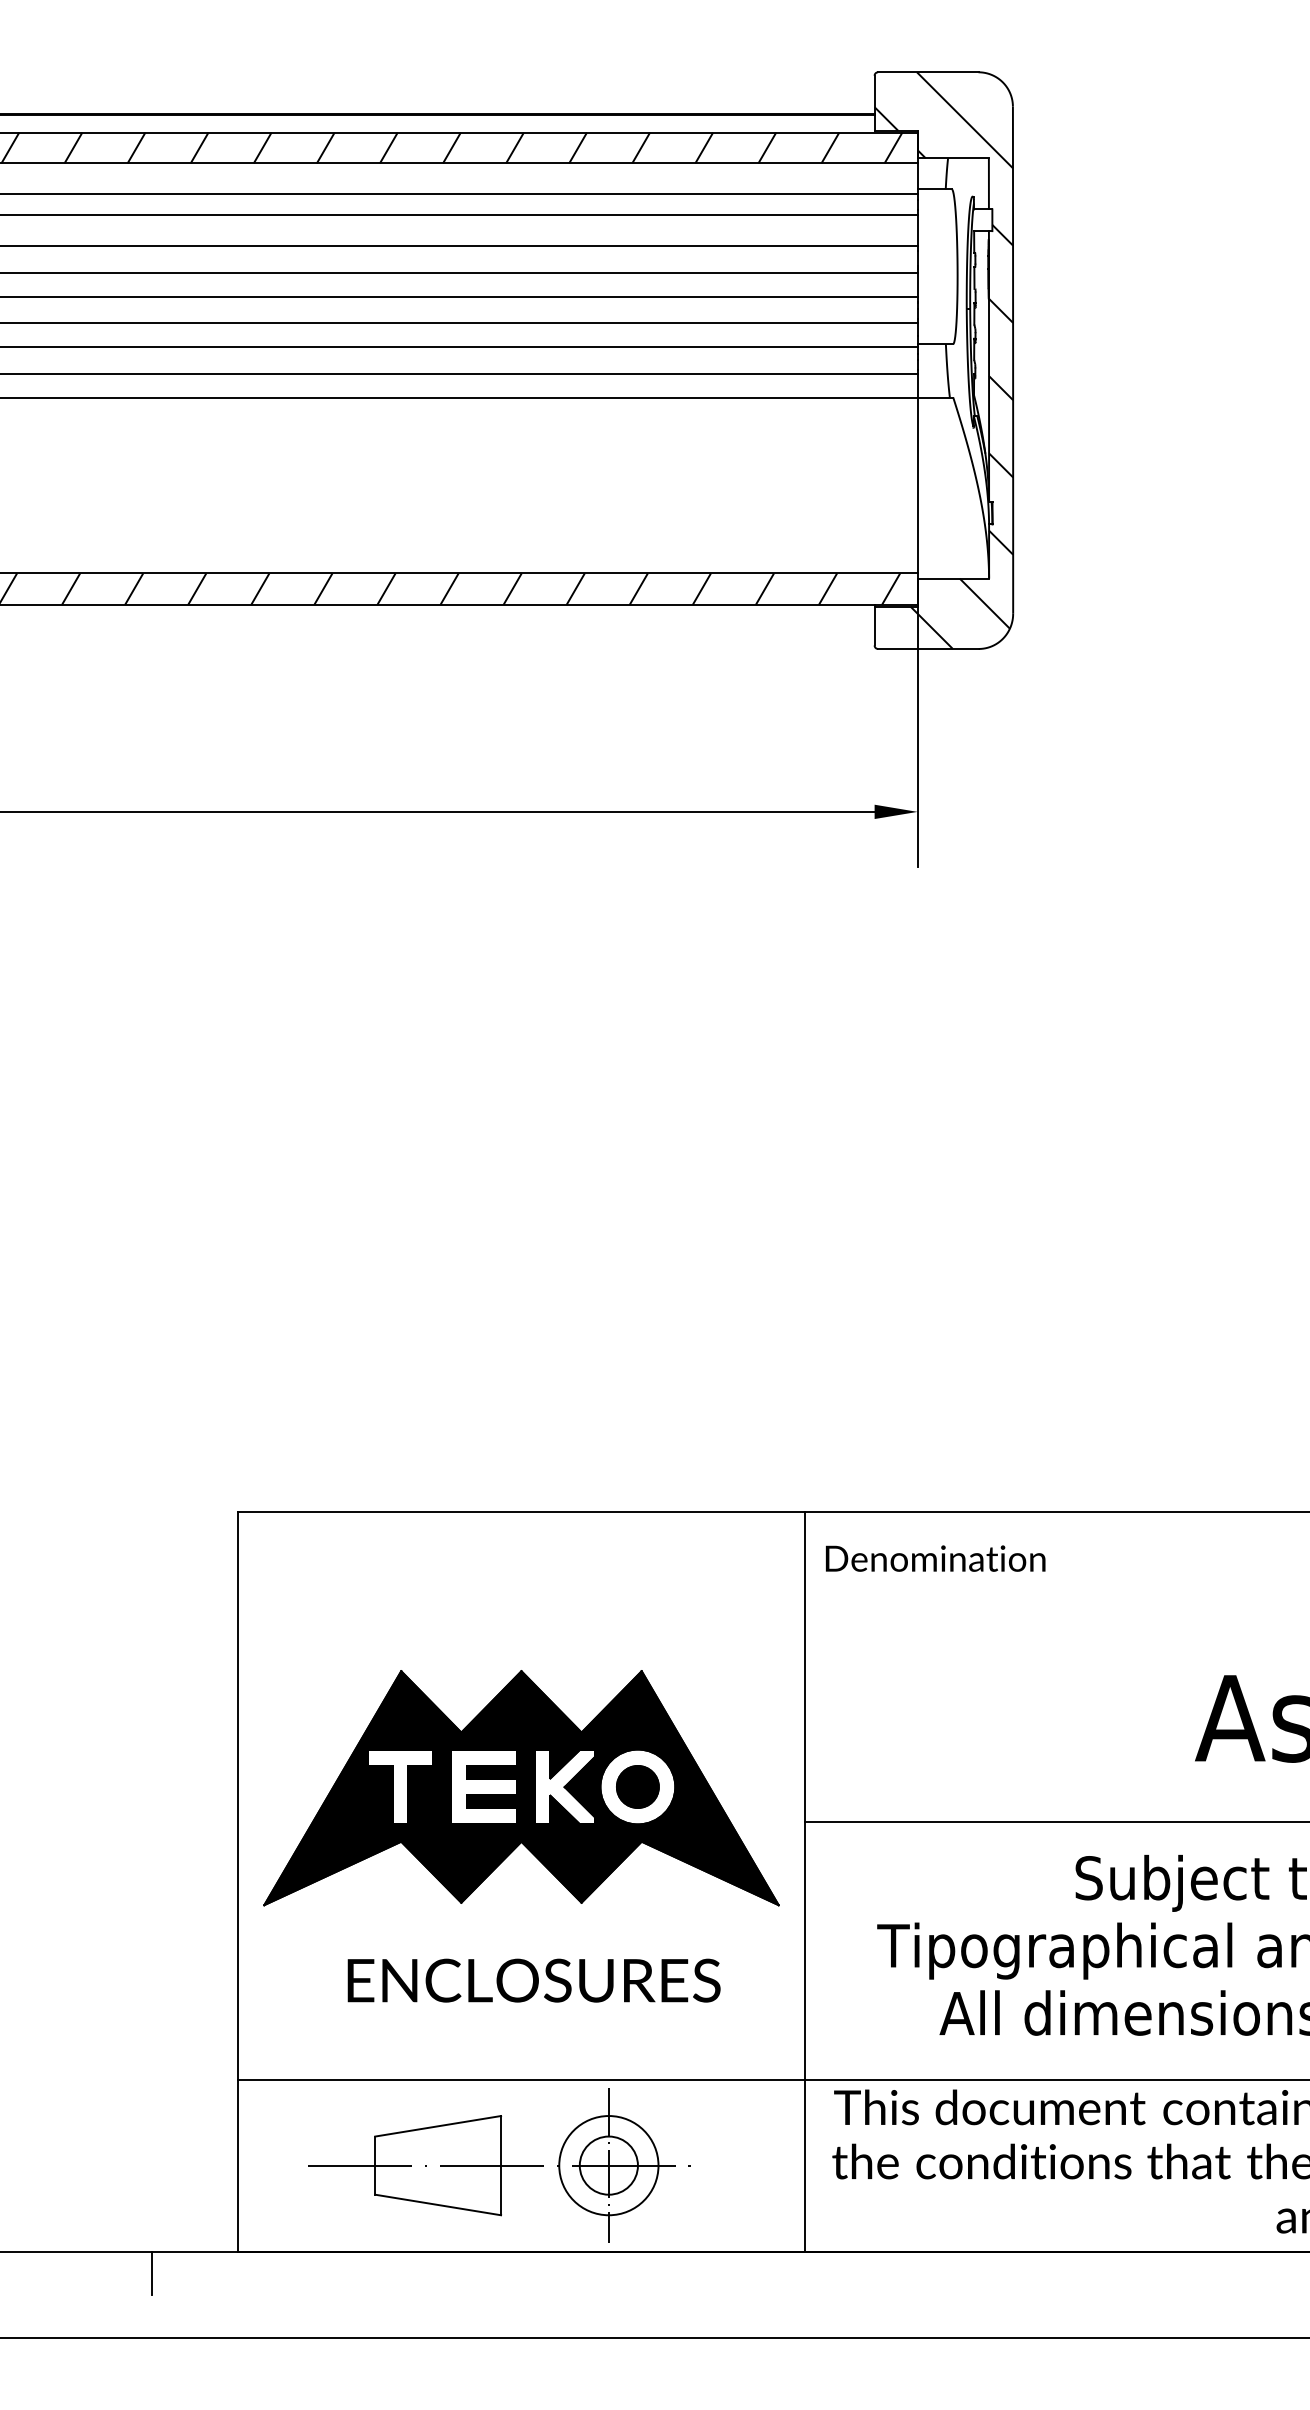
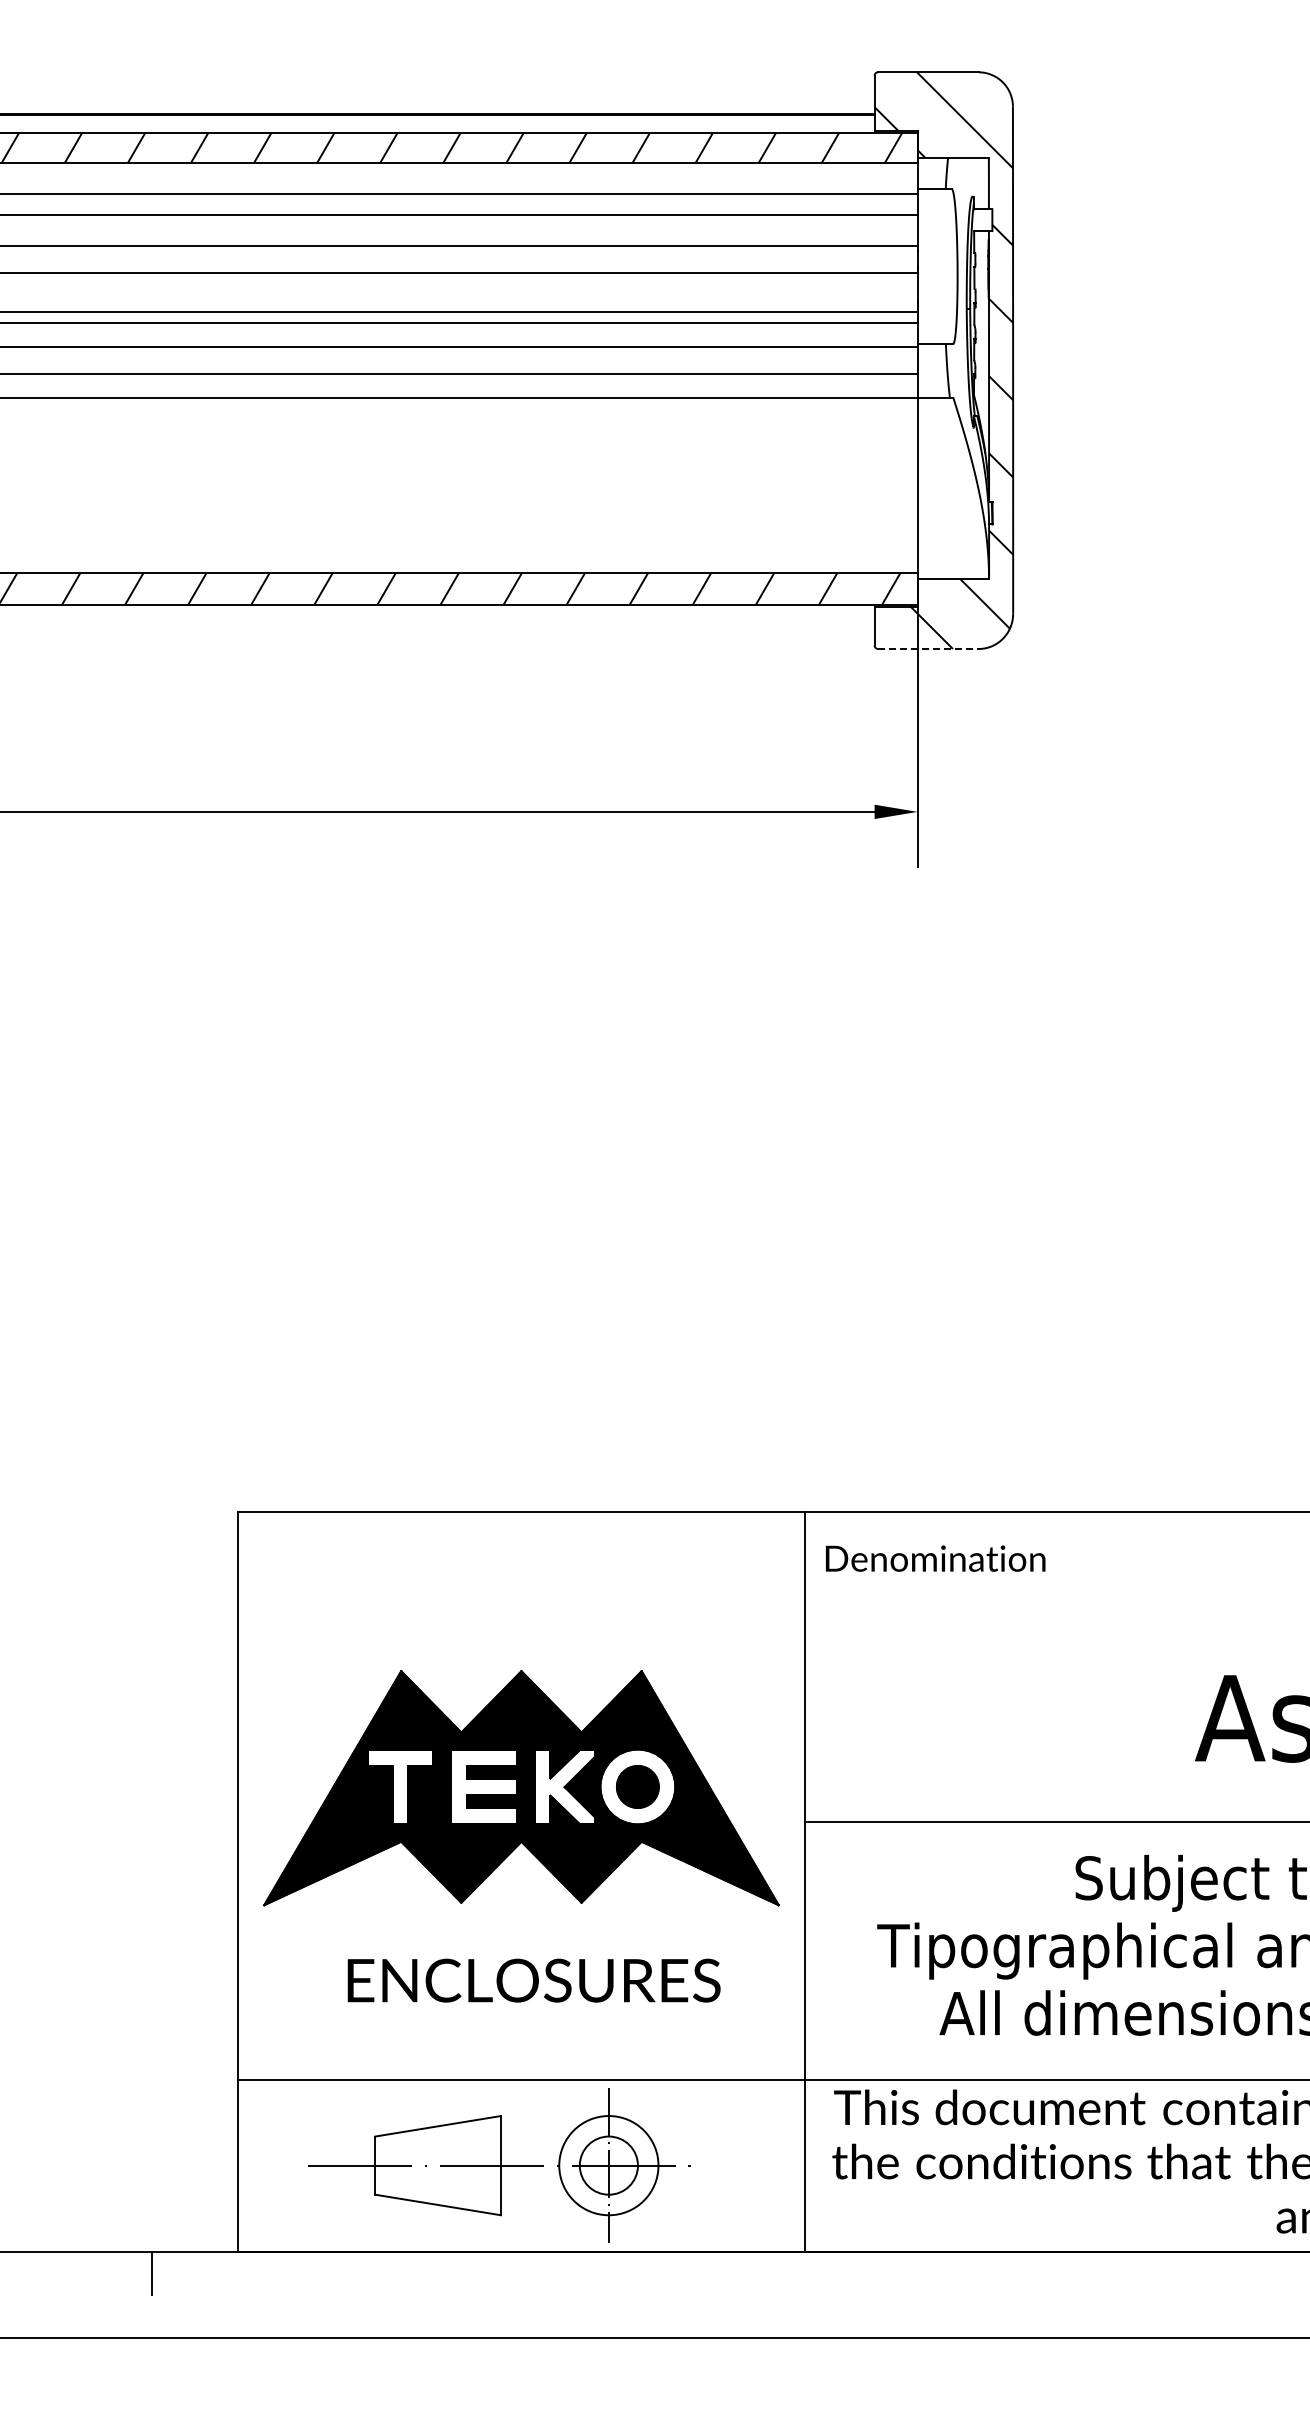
line at (459, 297) position: (459, 297) -> (459, 312)
line at (928, 648): solid -> dashed
